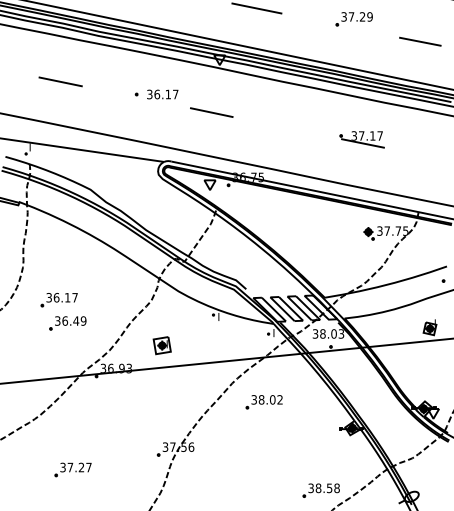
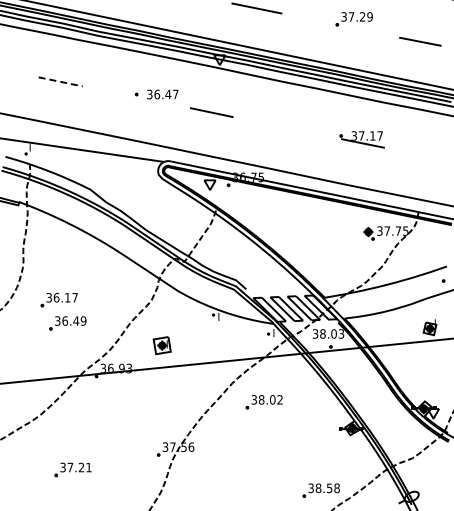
line at (60, 81): solid -> dashed
text at (168, 94): 36.17 -> 36.47
text at (88, 467): 37.27 -> 37.21
